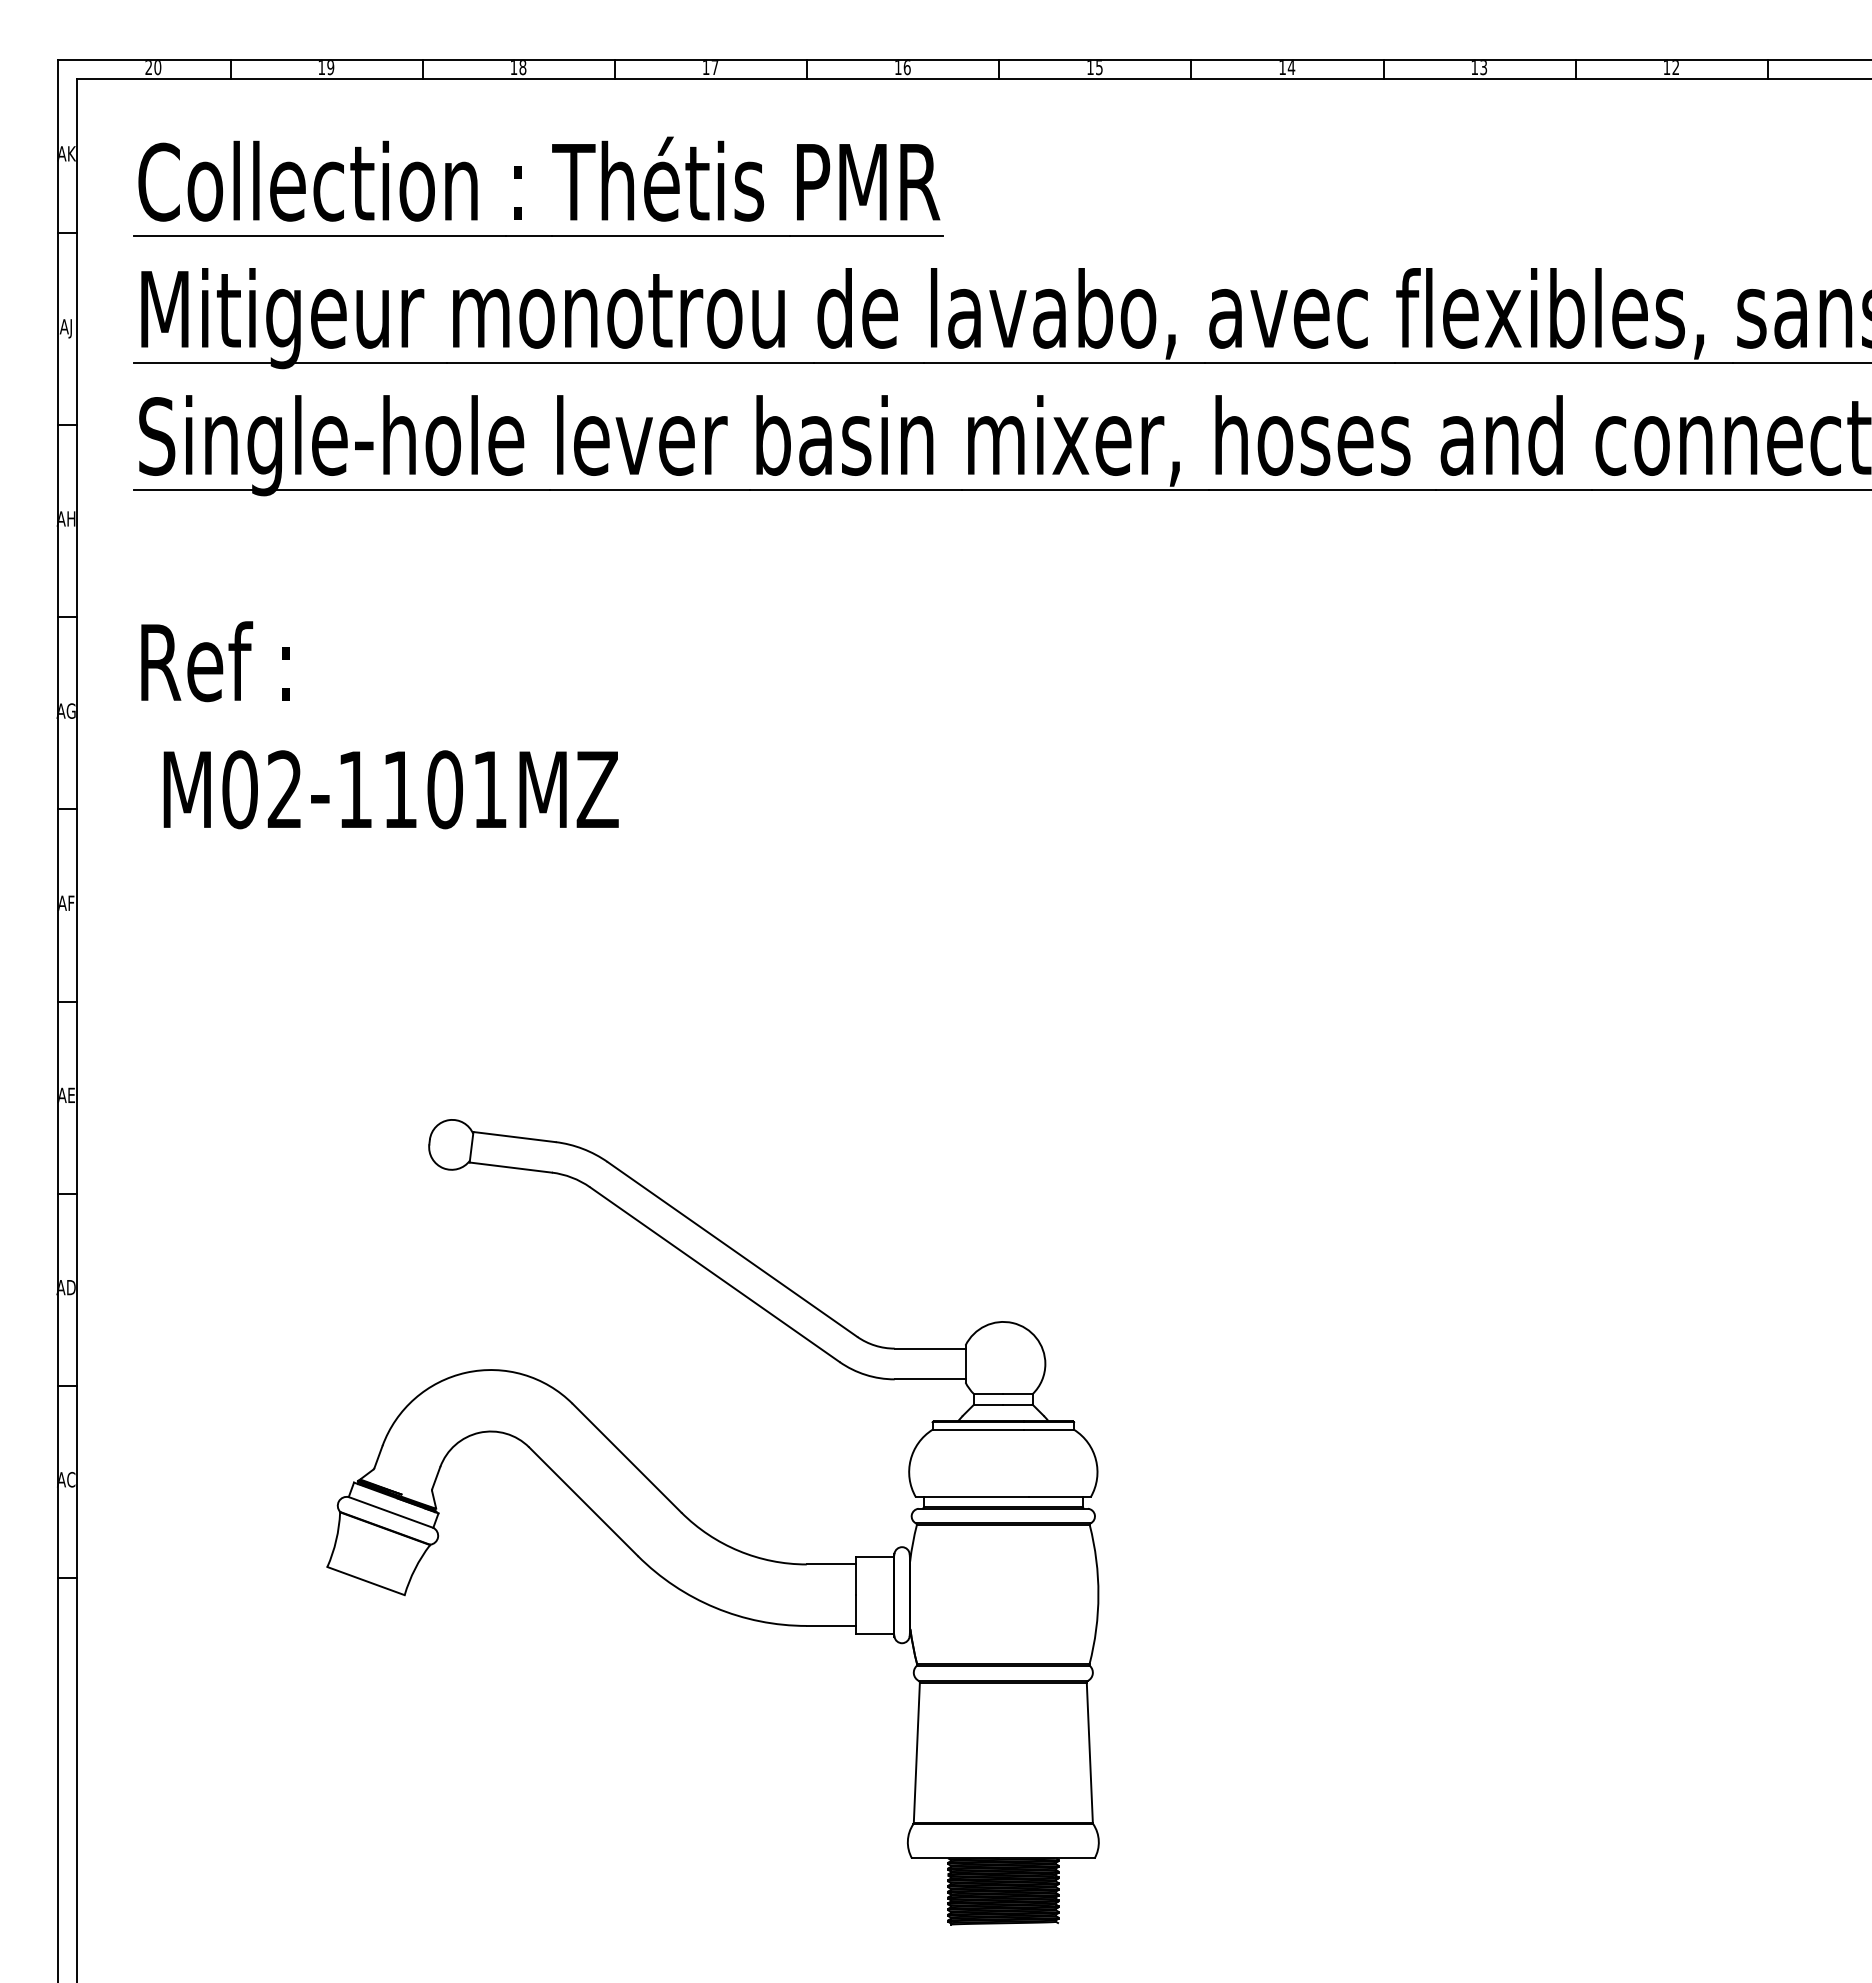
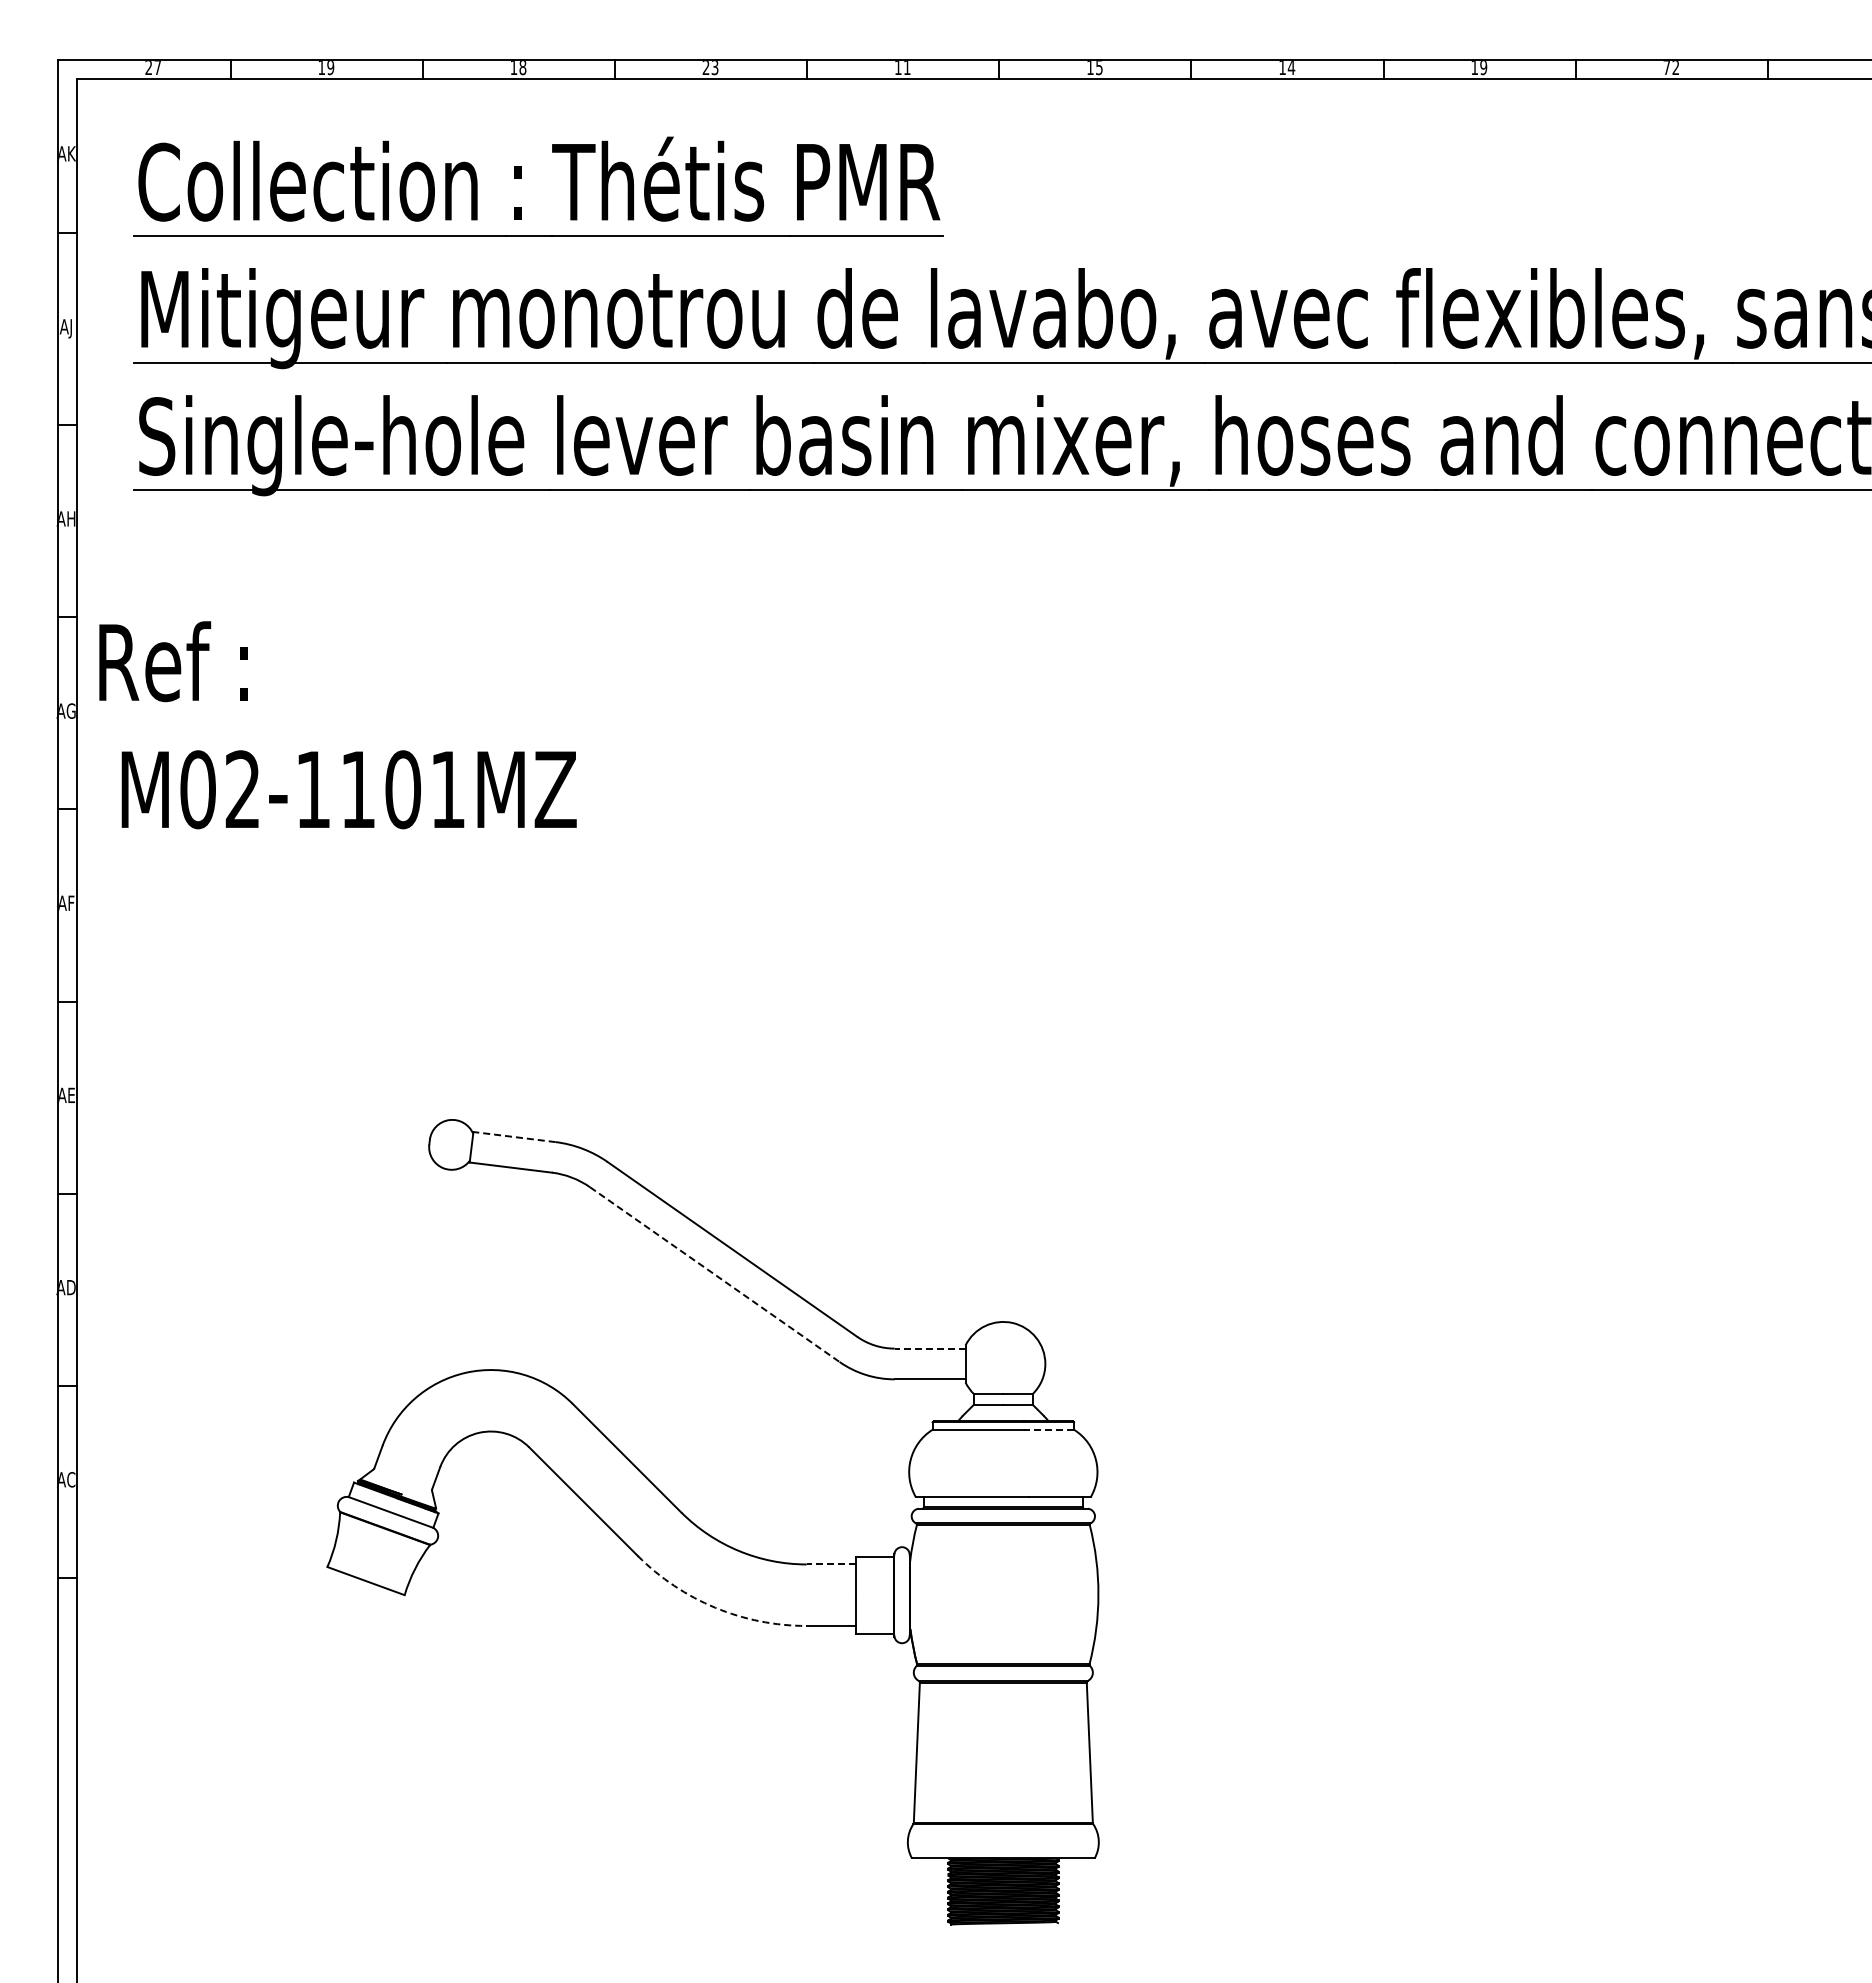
text at (1483, 67): 13 -> 19
text at (1666, 67): 12 -> 72
text at (157, 68): 20 -> 27
text at (710, 68): 17 -> 23
text at (906, 68): 16 -> 11
text at (379, 725) position: (379, 725) -> (337, 725)
line at (514, 1137): solid -> dashed
line at (715, 1274): solid -> dashed
line at (929, 1348): solid -> dashed
line at (1048, 1429): solid -> dashed
line at (830, 1564): solid -> dashed
arc at (715, 1607): solid -> dashed
